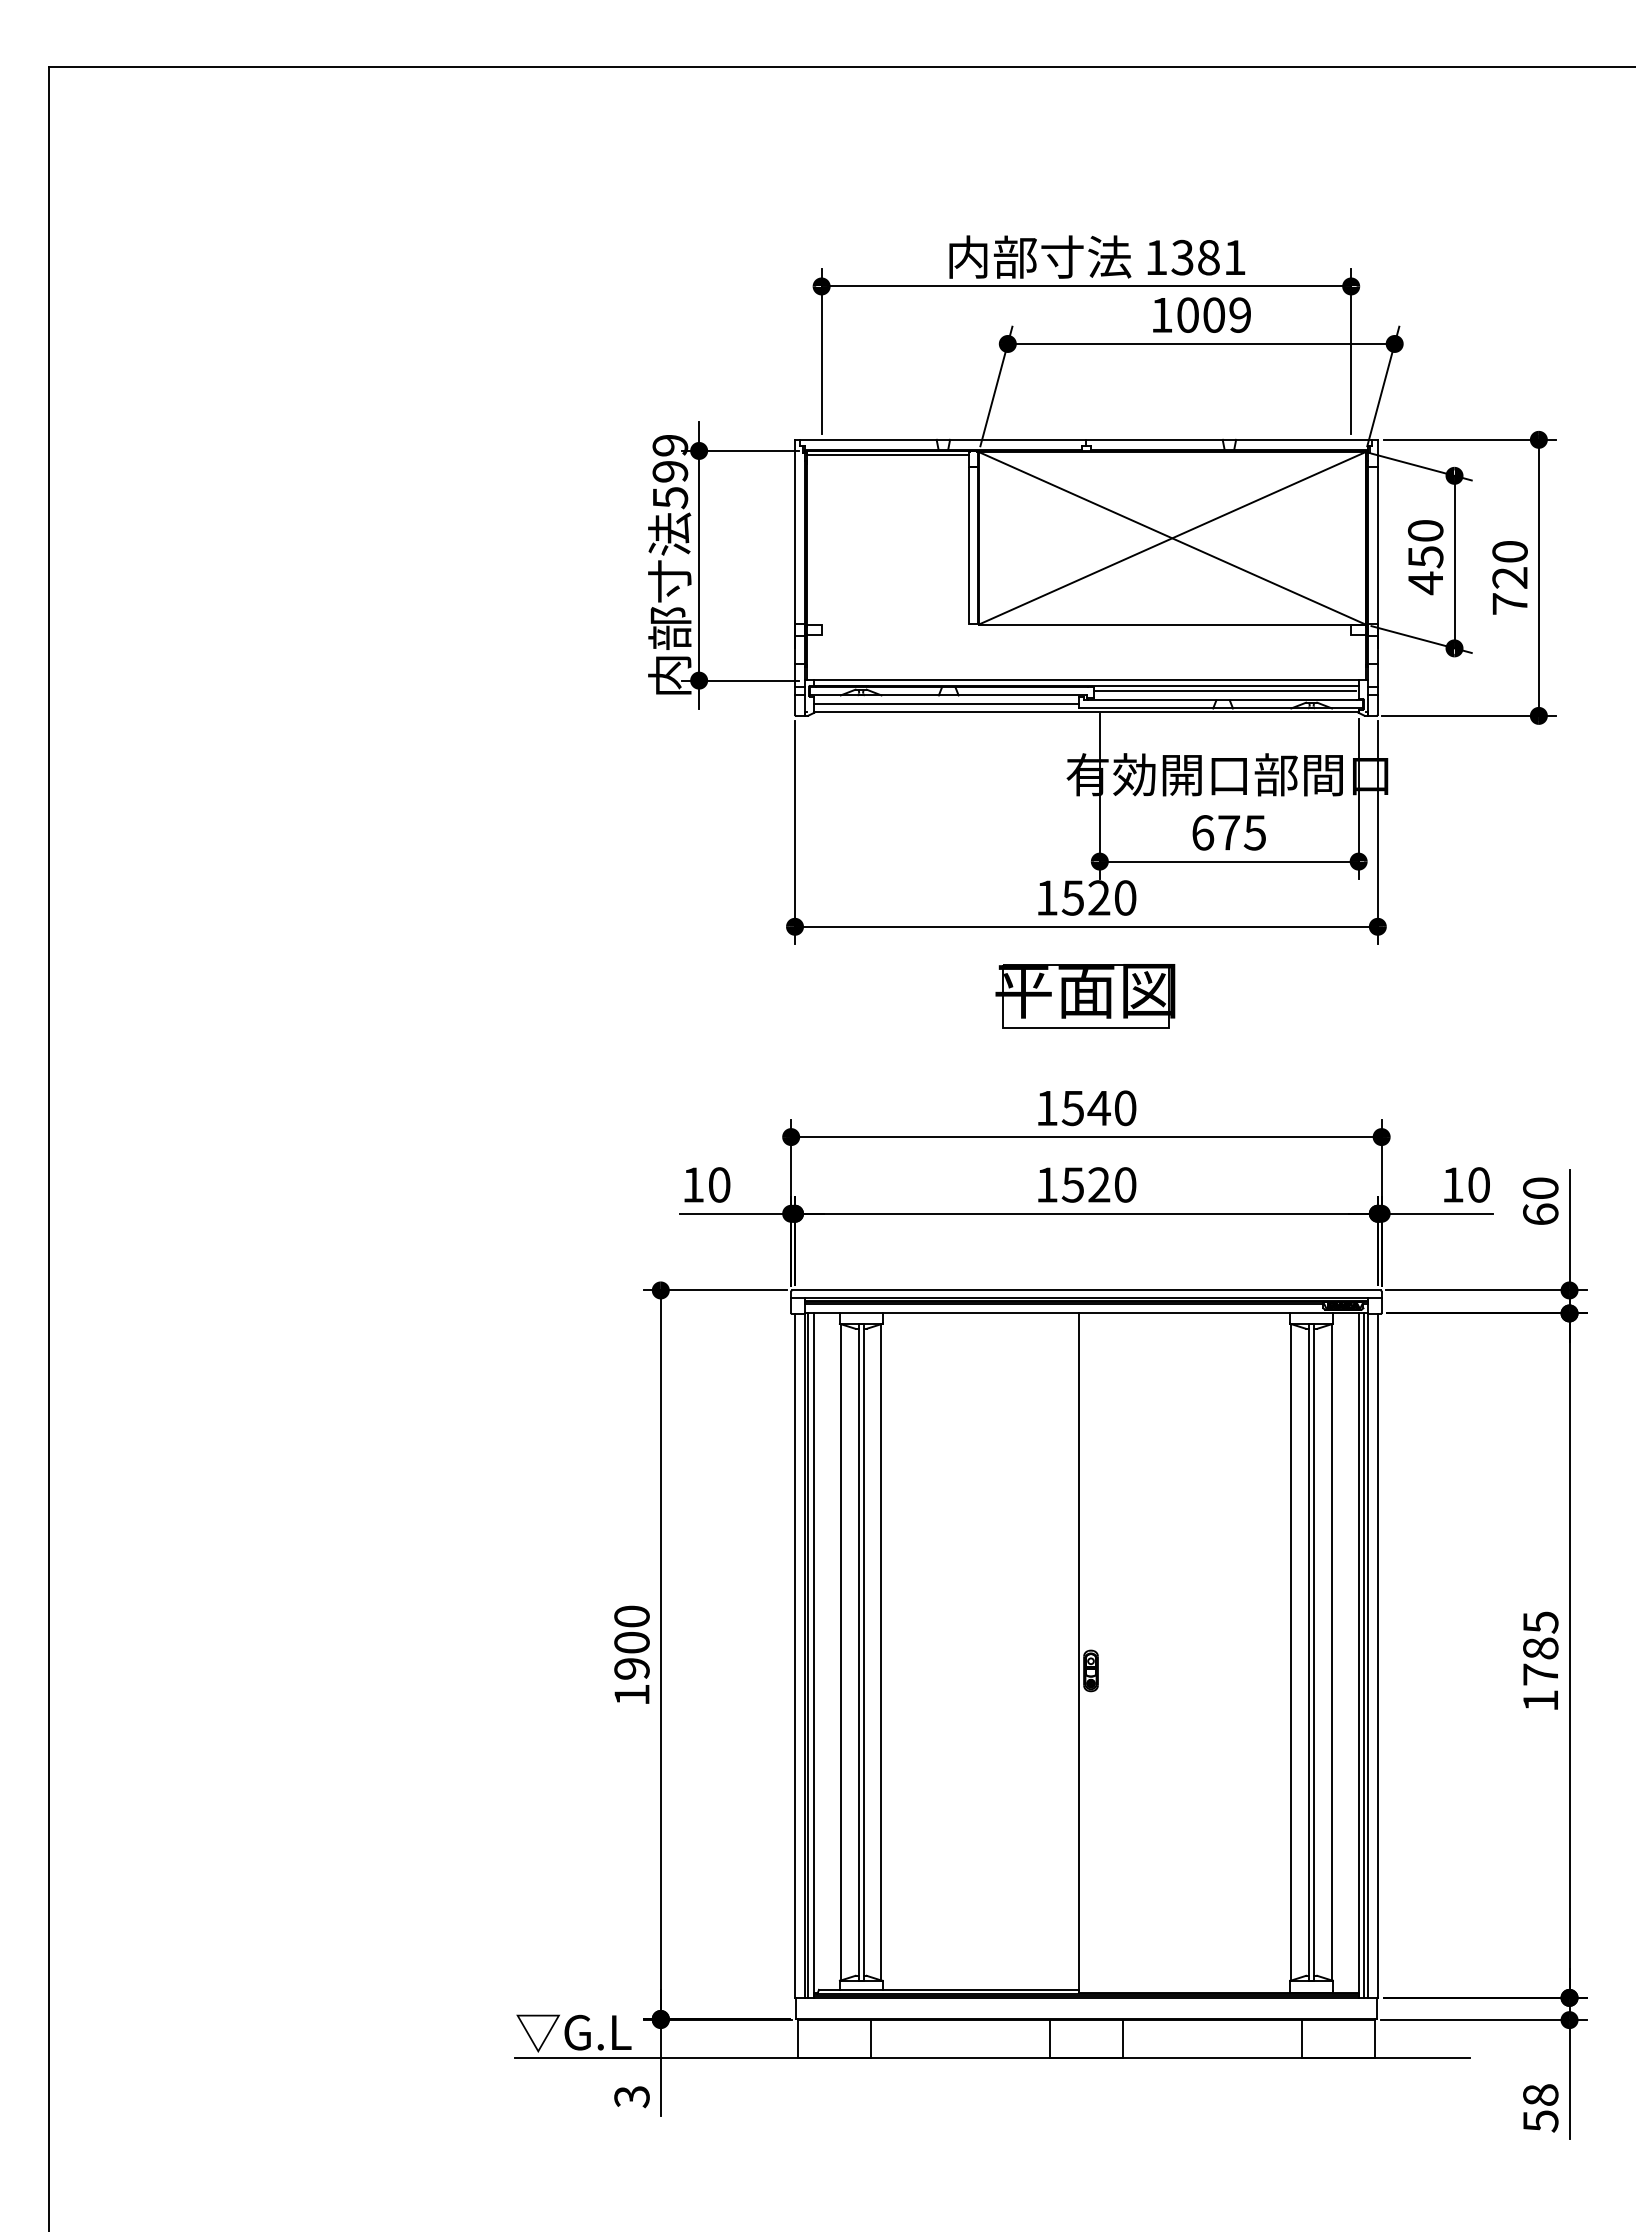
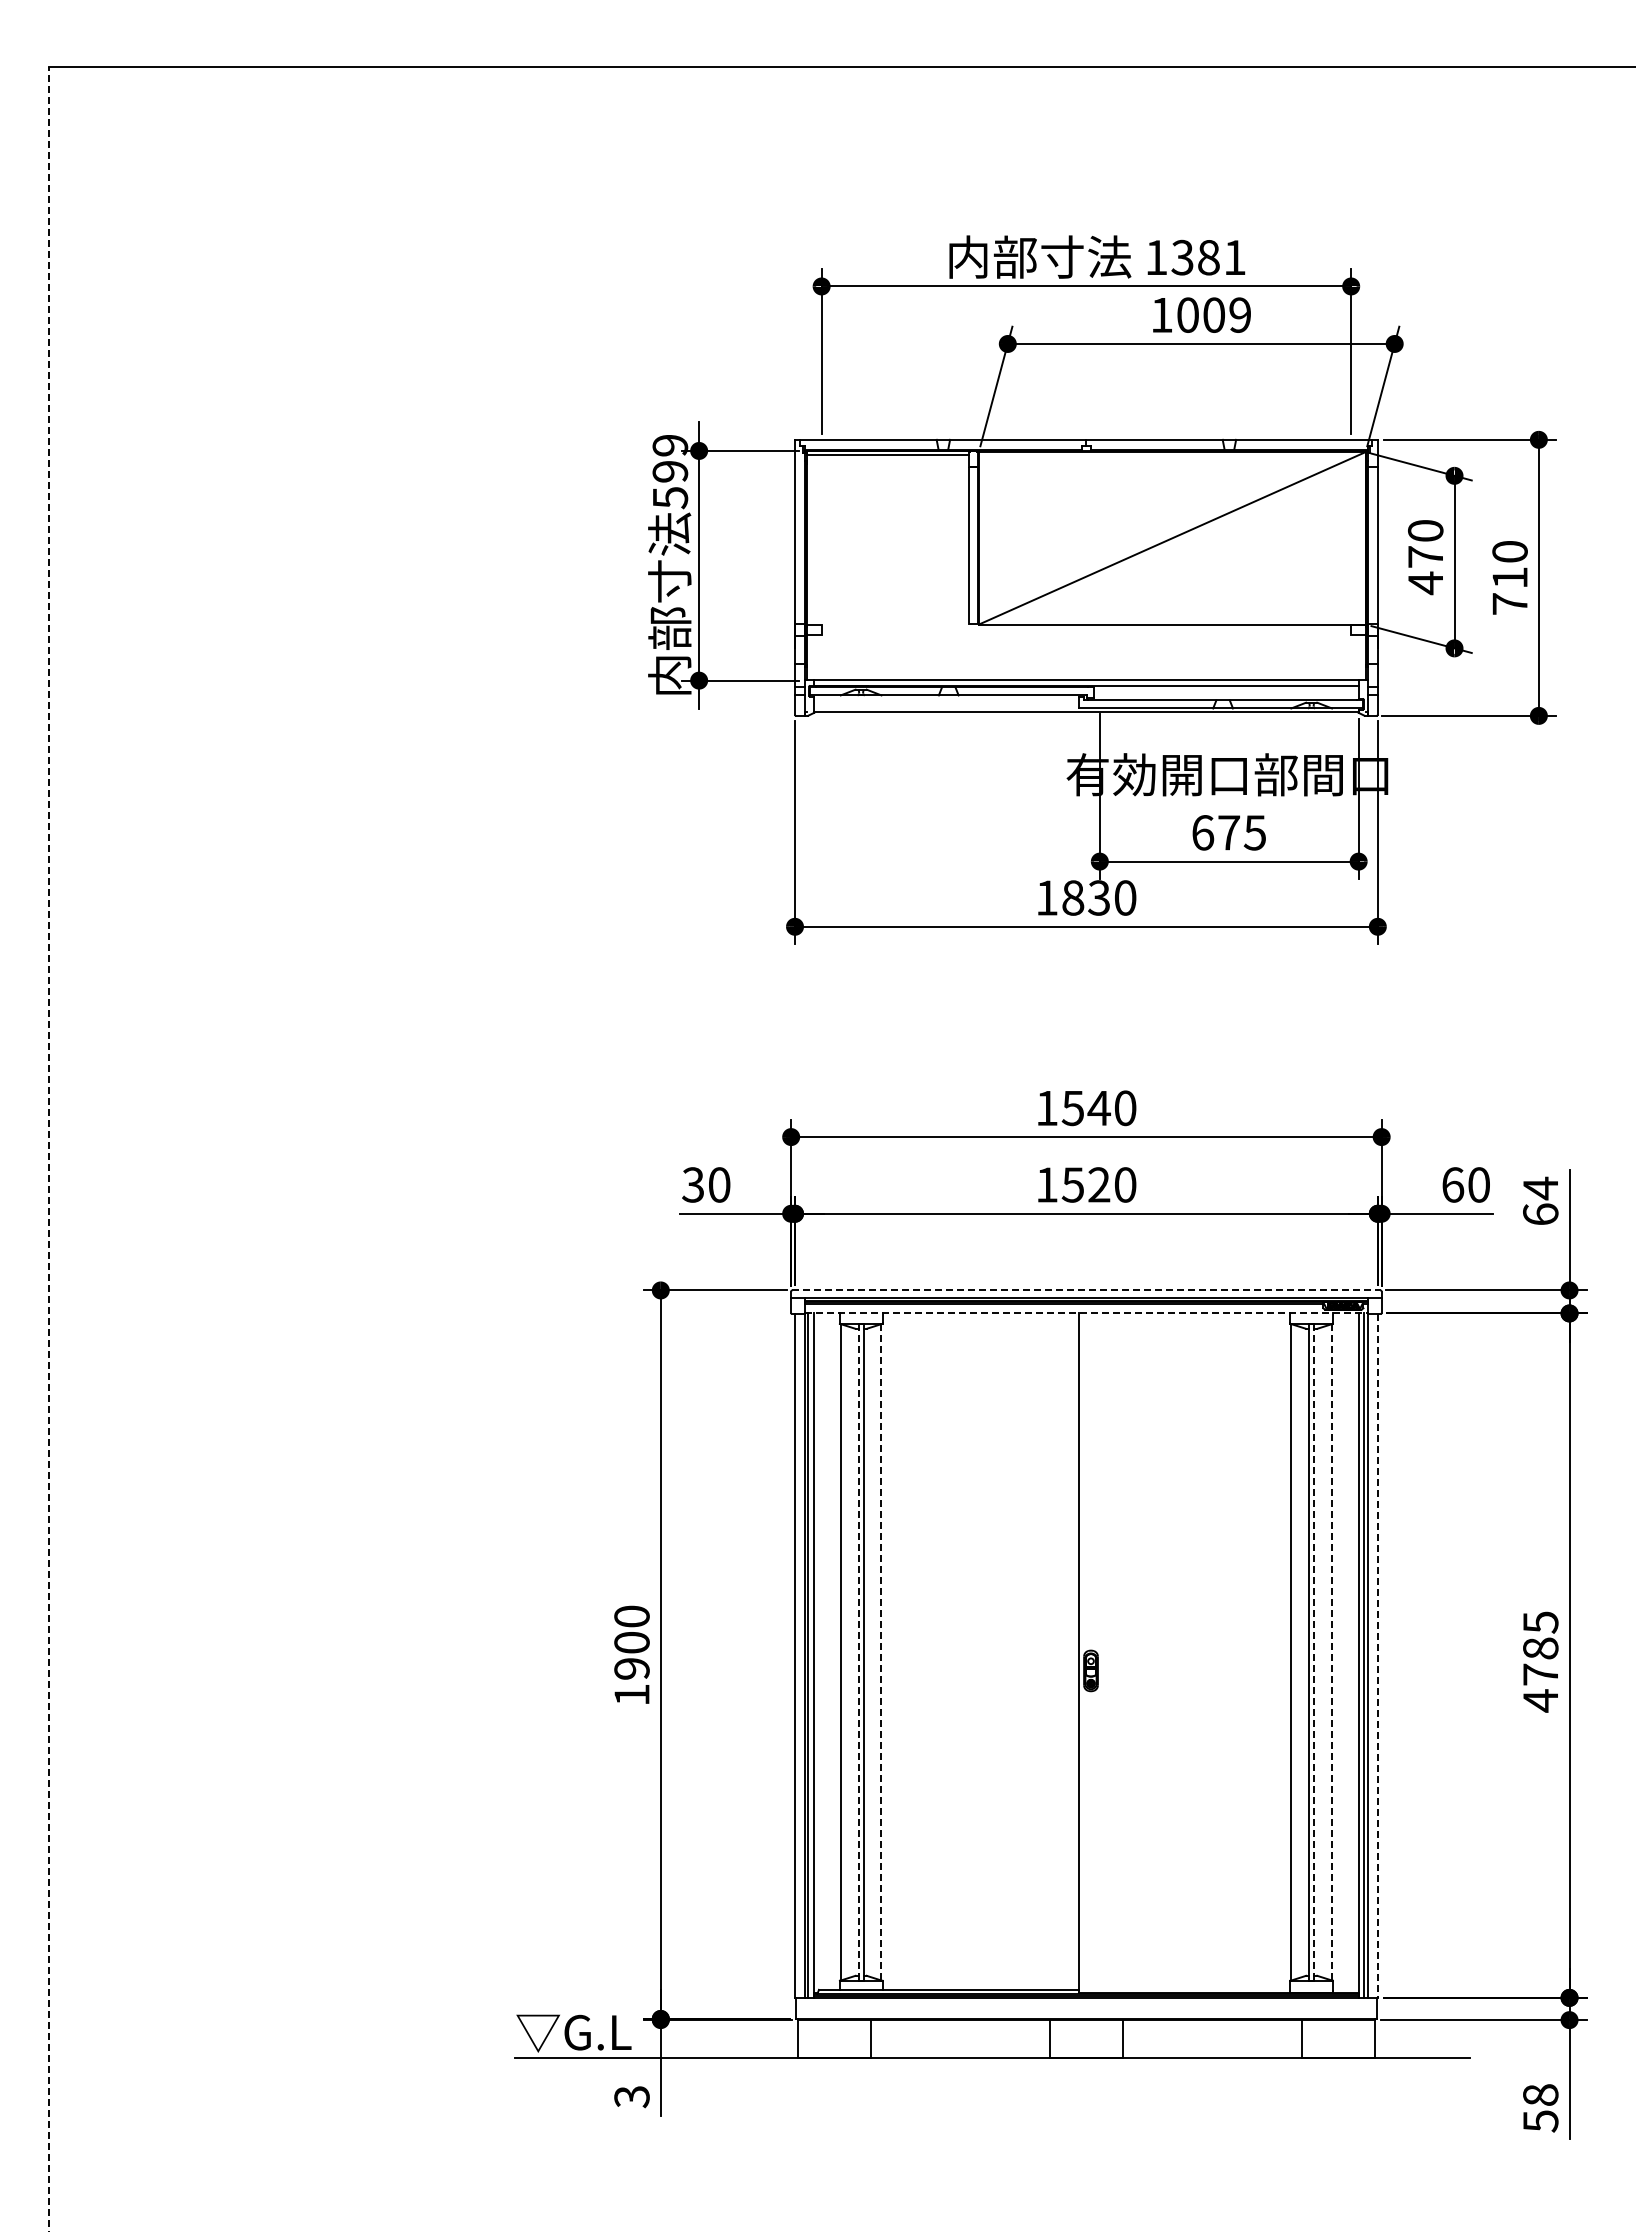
line at (1171, 538): present -> none
text at (1425, 557): 450 -> 470
text at (1509, 577): 720 -> 710
line at (1224, 691): present -> none
line at (946, 704): present -> none
text at (1085, 897): 1520 -> 1830
part at (1085, 996): present -> none
line at (49, 1148): solid -> dashed
text at (692, 1184): 10 -> 30
text at (1453, 1184): 10 -> 60
text at (1540, 1188): 60 -> 64
line at (1086, 1290): solid -> dashed
line at (1086, 1313): solid -> dashed
line at (858, 1652): solid -> dashed
line at (881, 1652): solid -> dashed
line at (1314, 1652): solid -> dashed
line at (1332, 1652): solid -> dashed
line at (1377, 1656): solid -> dashed
text at (1540, 1700): 1785 -> 4785
